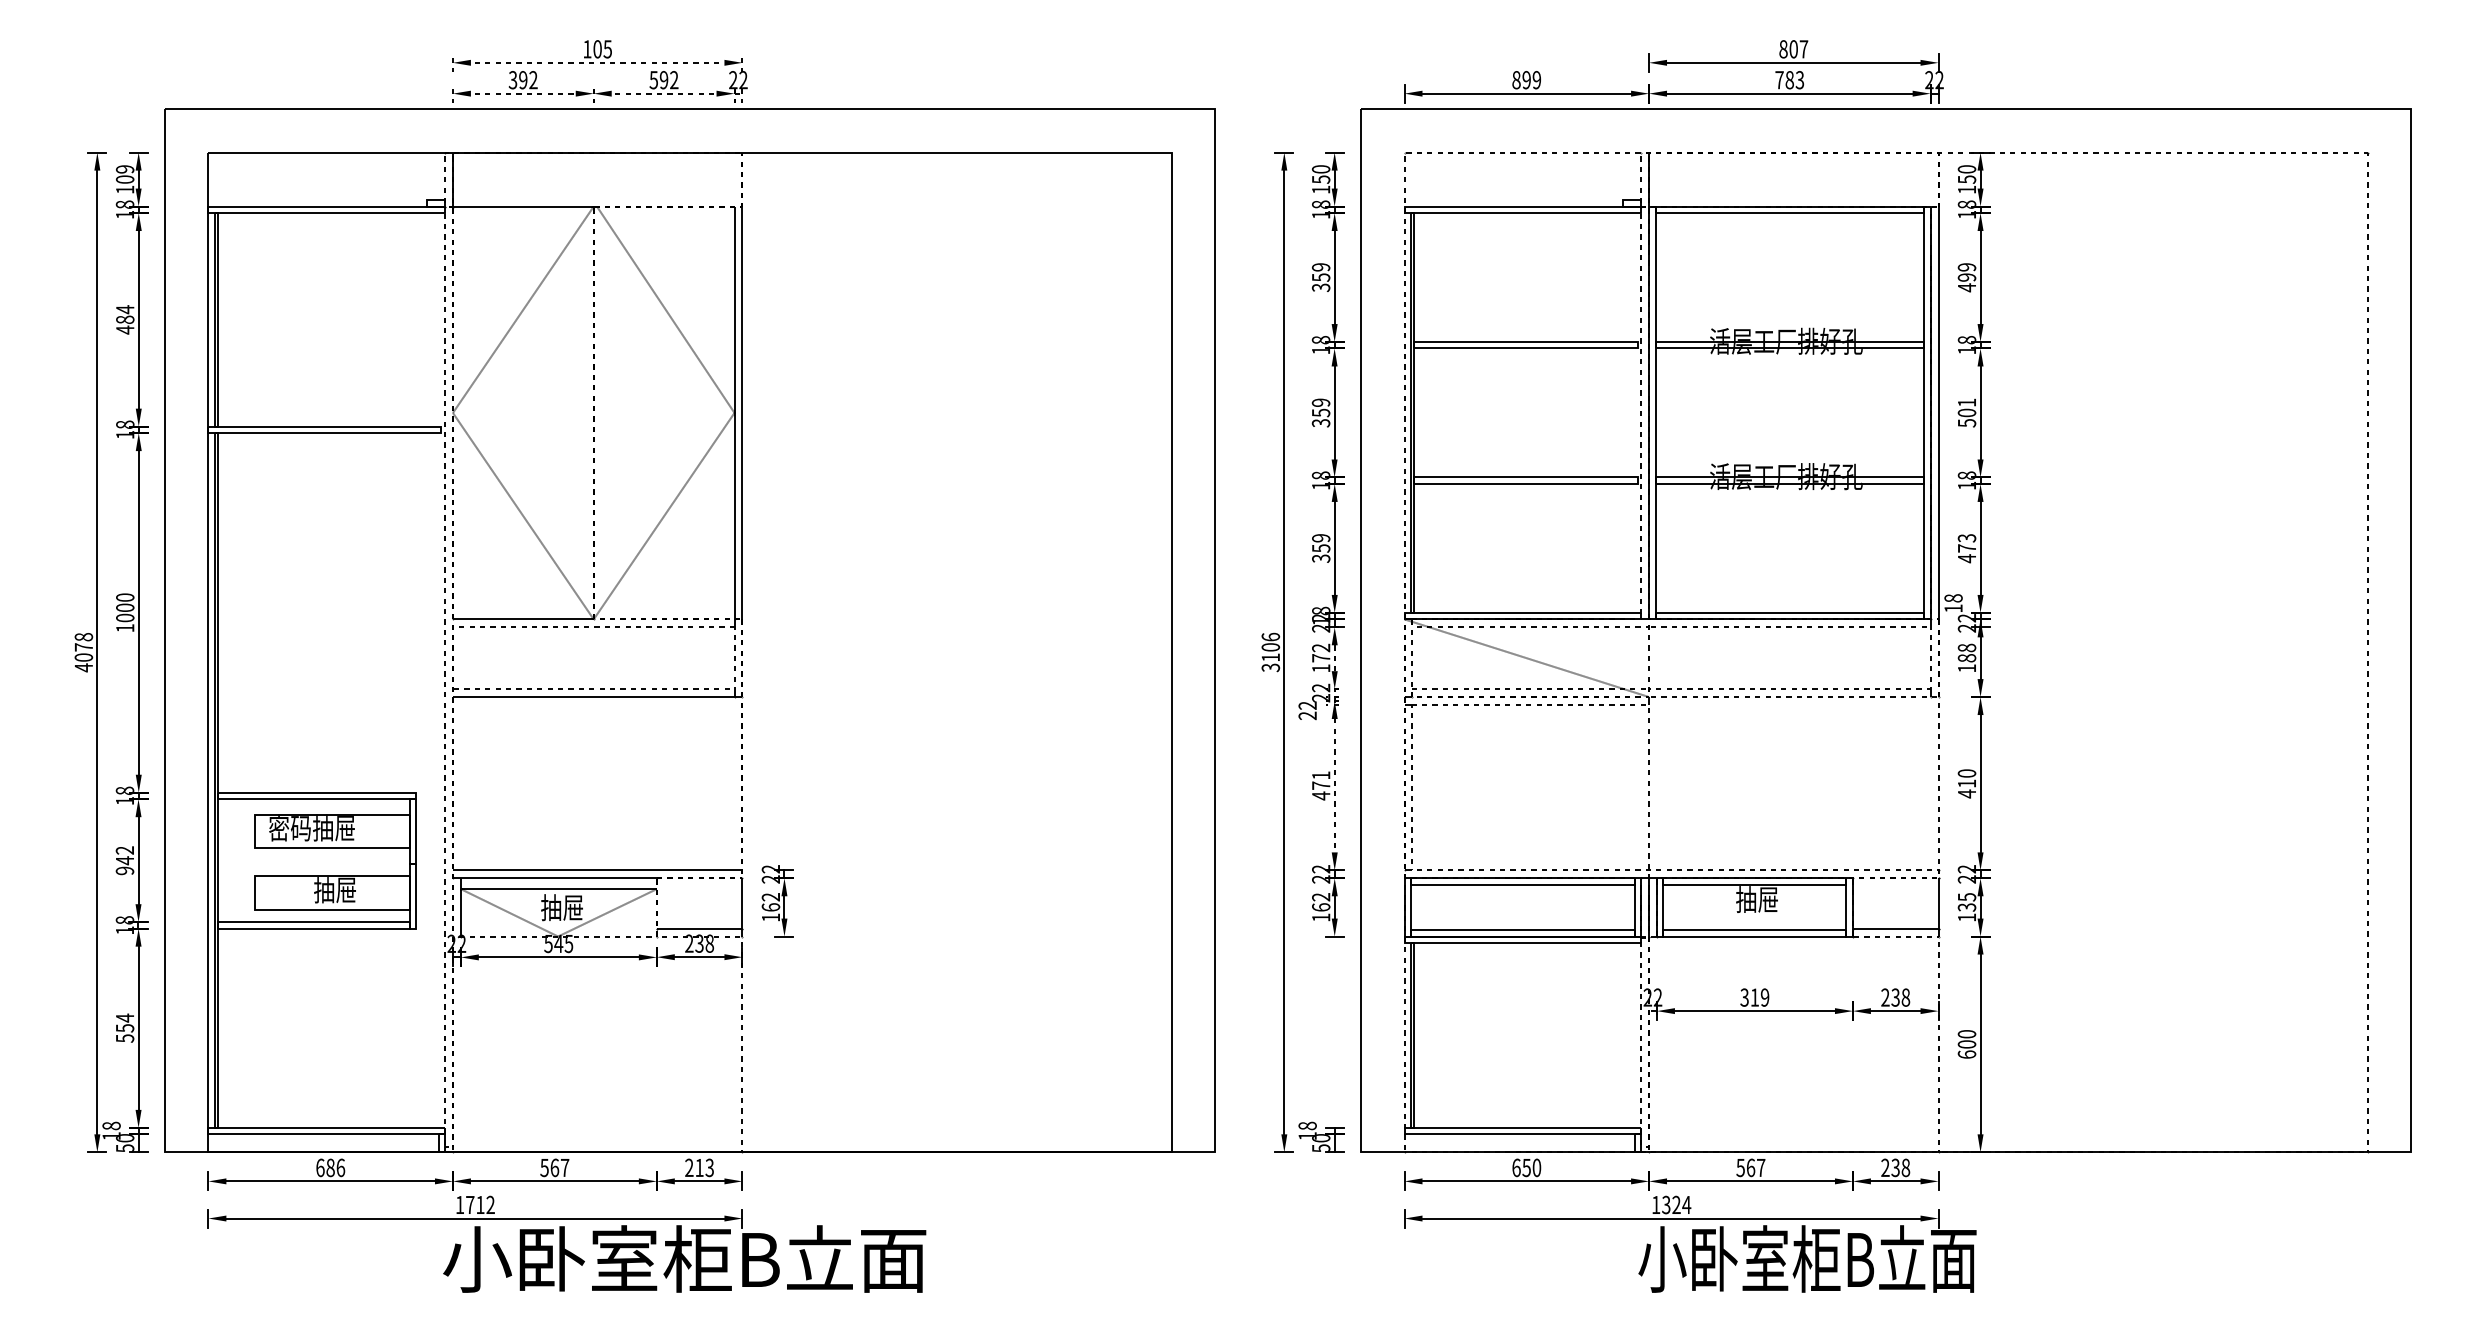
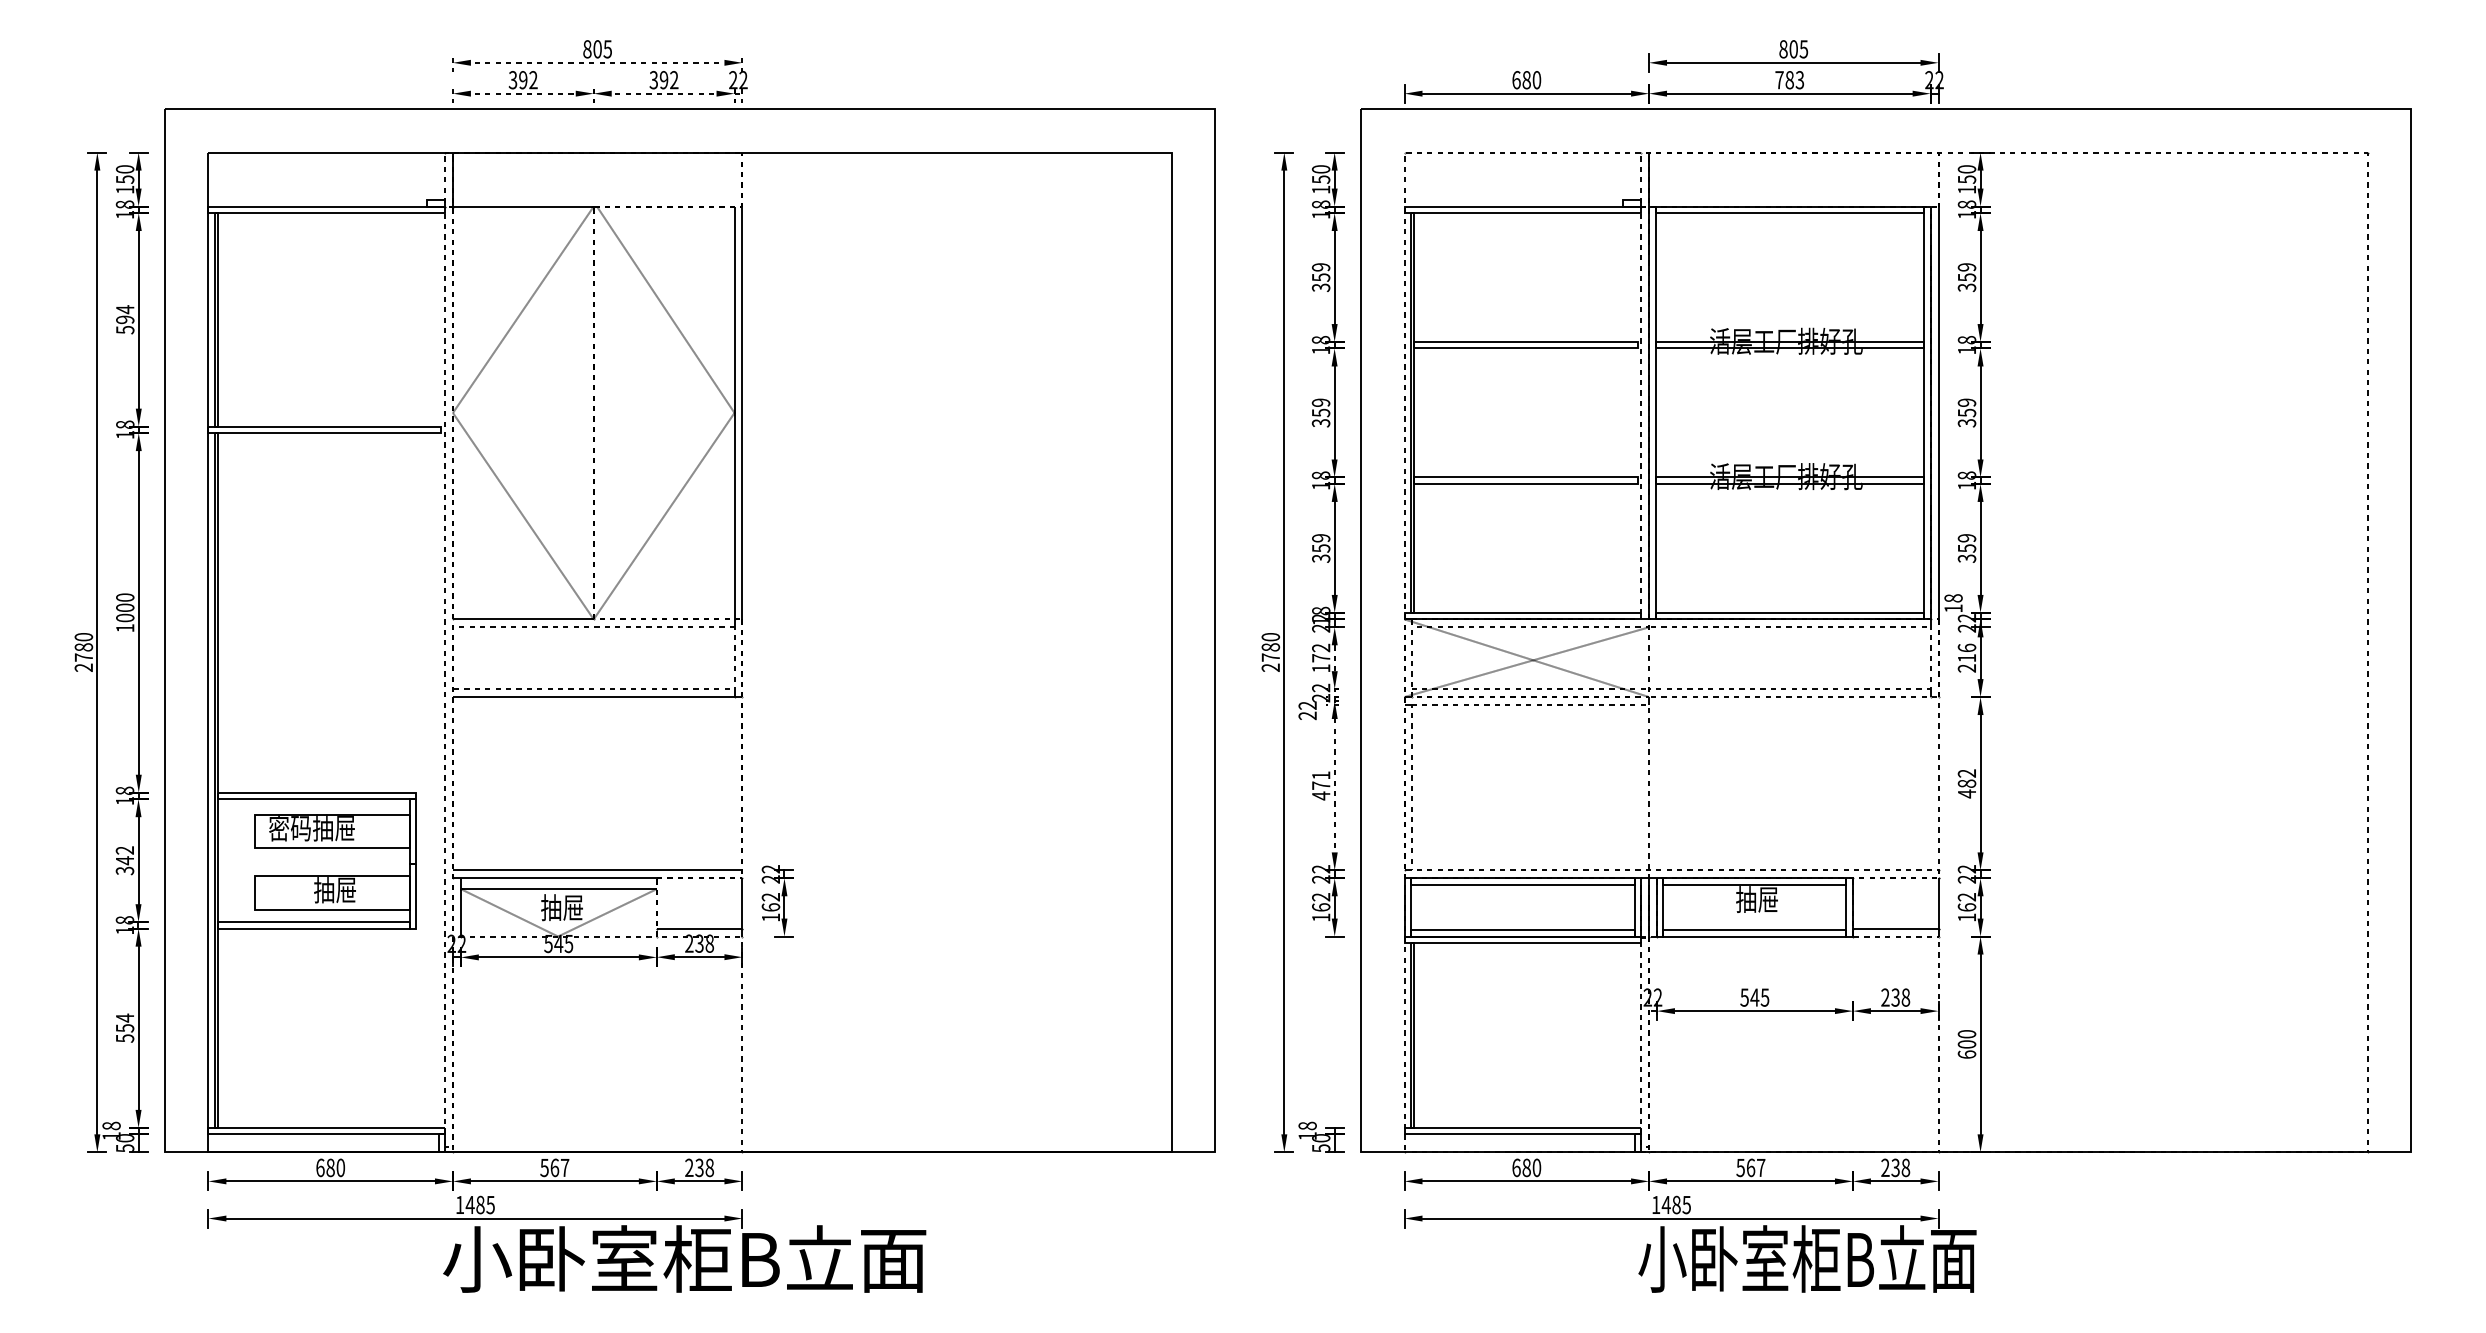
text at (587, 49): 105 -> 805
text at (1803, 49): 807 -> 805
text at (653, 79): 592 -> 392
text at (1526, 80): 899 -> 680
text at (124, 174): 109 -> 150
text at (1966, 282): 499 -> 359
text at (125, 324): 484 -> 594
text at (1966, 412): 501 -> 359
text at (1966, 548): 473 -> 359
text at (83, 652): 4078 -> 2780
text at (1270, 652): 3106 -> 2780
text at (1966, 657): 188 -> 216
line at (1526, 662): none -> present
text at (1966, 778): 410 -> 482
text at (125, 870): 942 -> 342
text at (1966, 902): 135 -> 162
text at (1754, 997): 319 -> 545
text at (340, 1167): 686 -> 680
text at (704, 1167): 213 -> 238
text at (1526, 1167): 650 -> 680
text at (479, 1204): 1712 -> 1485
text at (1676, 1204): 1324 -> 1485
